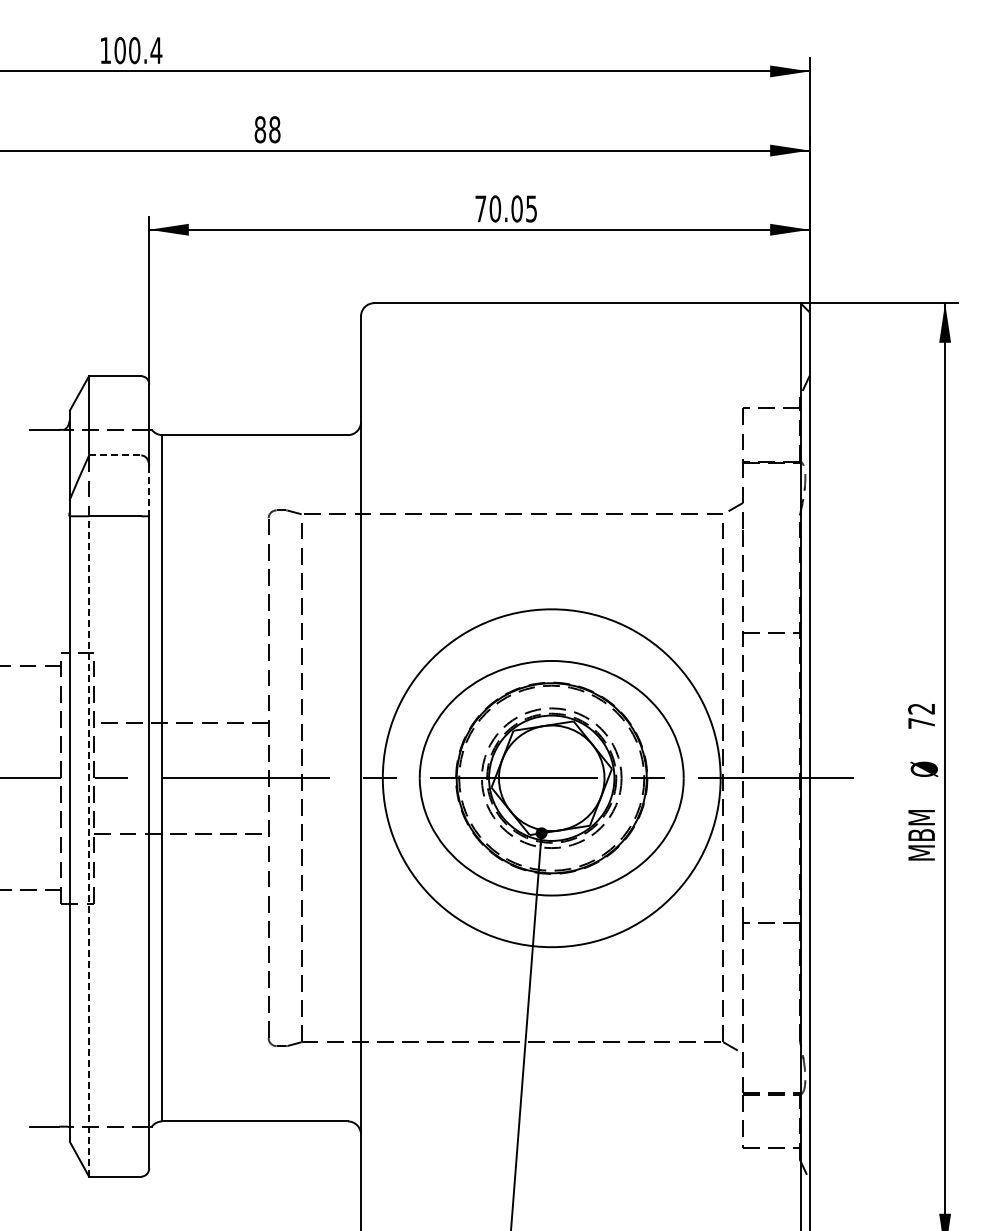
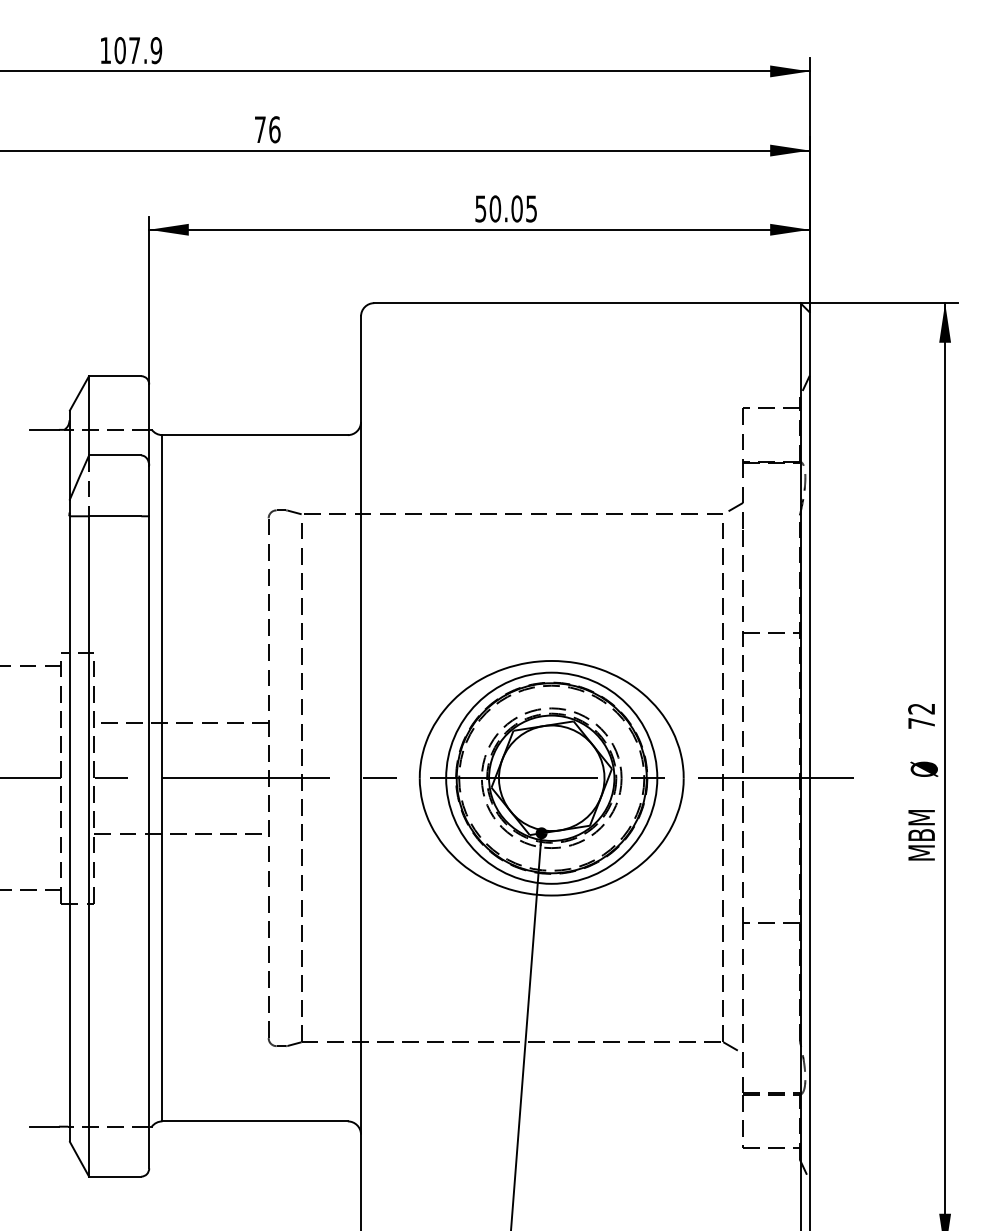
text at (145, 50): 100.4 -> 107.9
text at (267, 129): 88 -> 76
text at (480, 208): 70.05 -> 50.05
line at (115, 455): dashed -> solid
line at (149, 491): dashed -> solid
circle at (551, 778) diameter: 338 px -> 211 px
line at (89, 845): dashed -> solid
